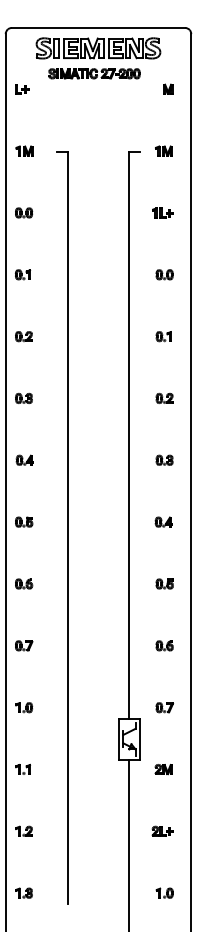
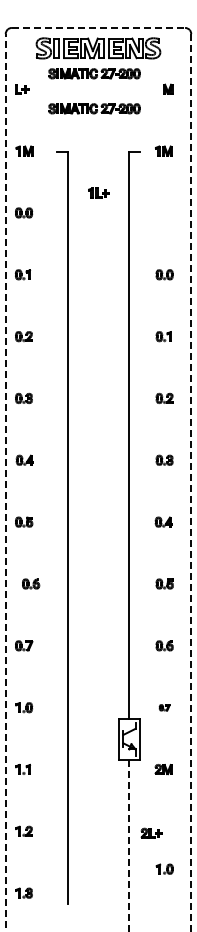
line at (98, 27): solid -> dashed
part at (94, 108): none -> present
part at (162, 212) position: (162, 212) -> (98, 192)
line at (5, 482): solid -> dashed
line at (191, 482): solid -> dashed
part at (24, 583) position: (24, 583) -> (31, 583)
part at (164, 707) size: 19x12 px -> 13x8 px
part at (162, 830) position: (162, 830) -> (151, 832)
line at (129, 845): solid -> dashed
part at (164, 892) position: (164, 892) -> (164, 868)
